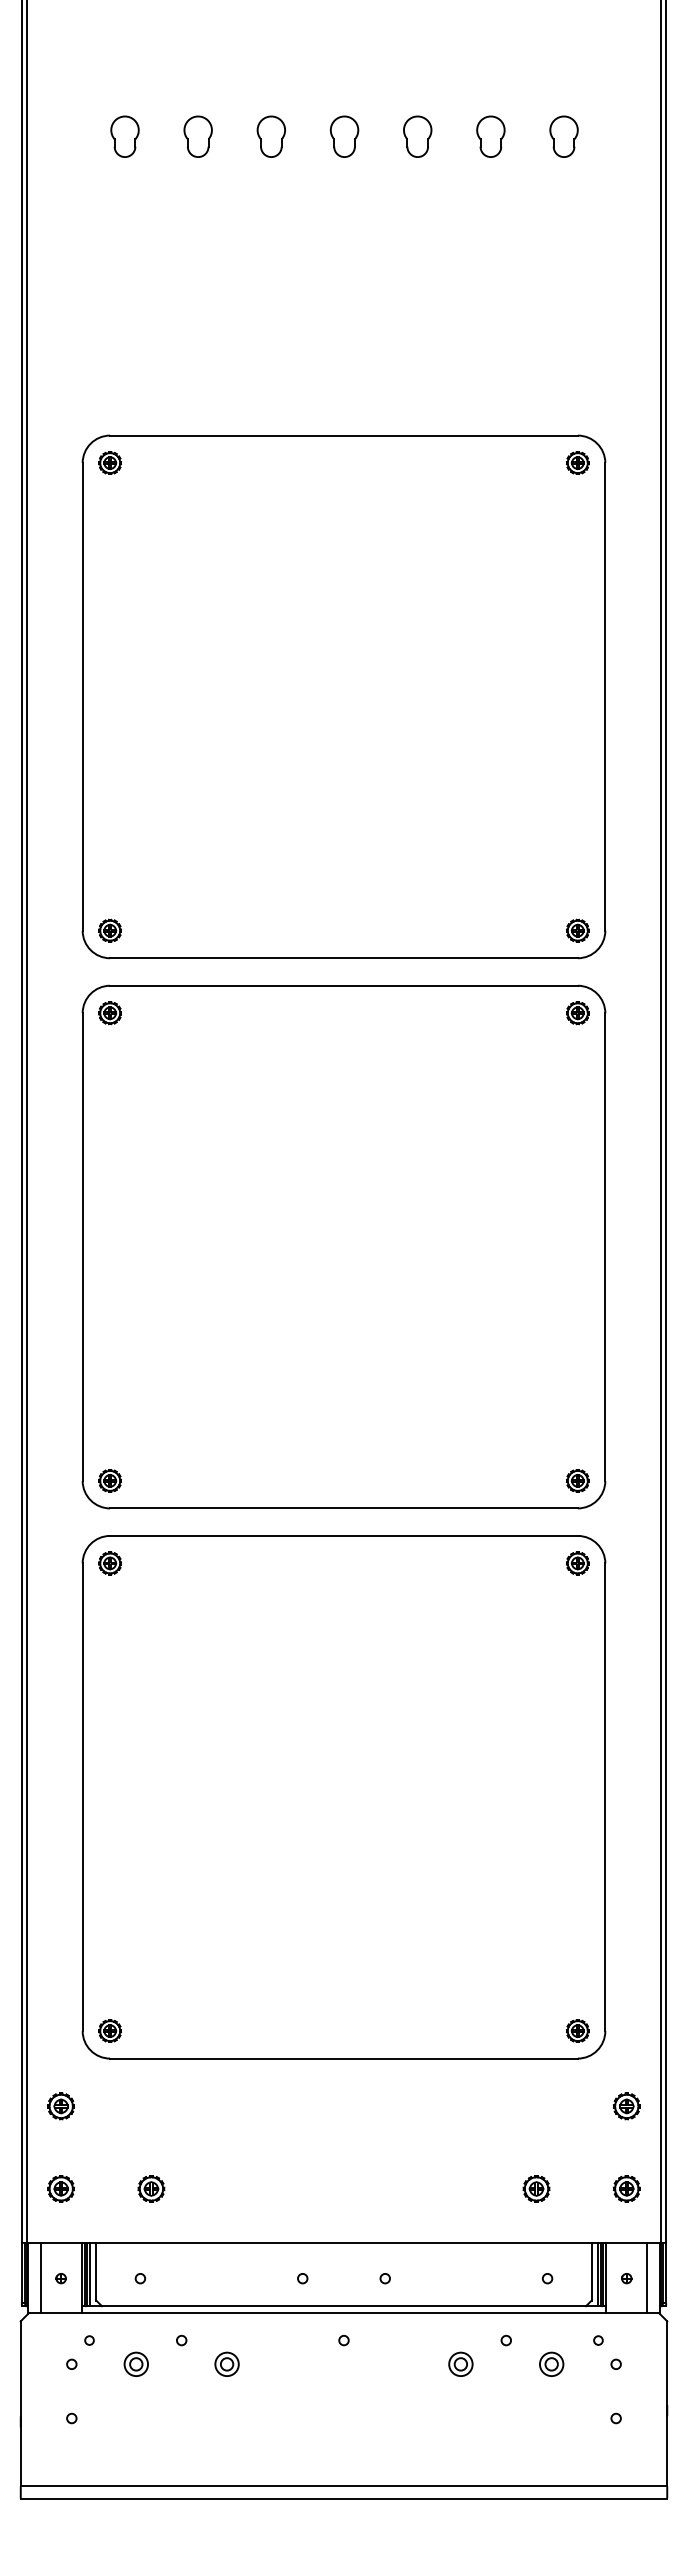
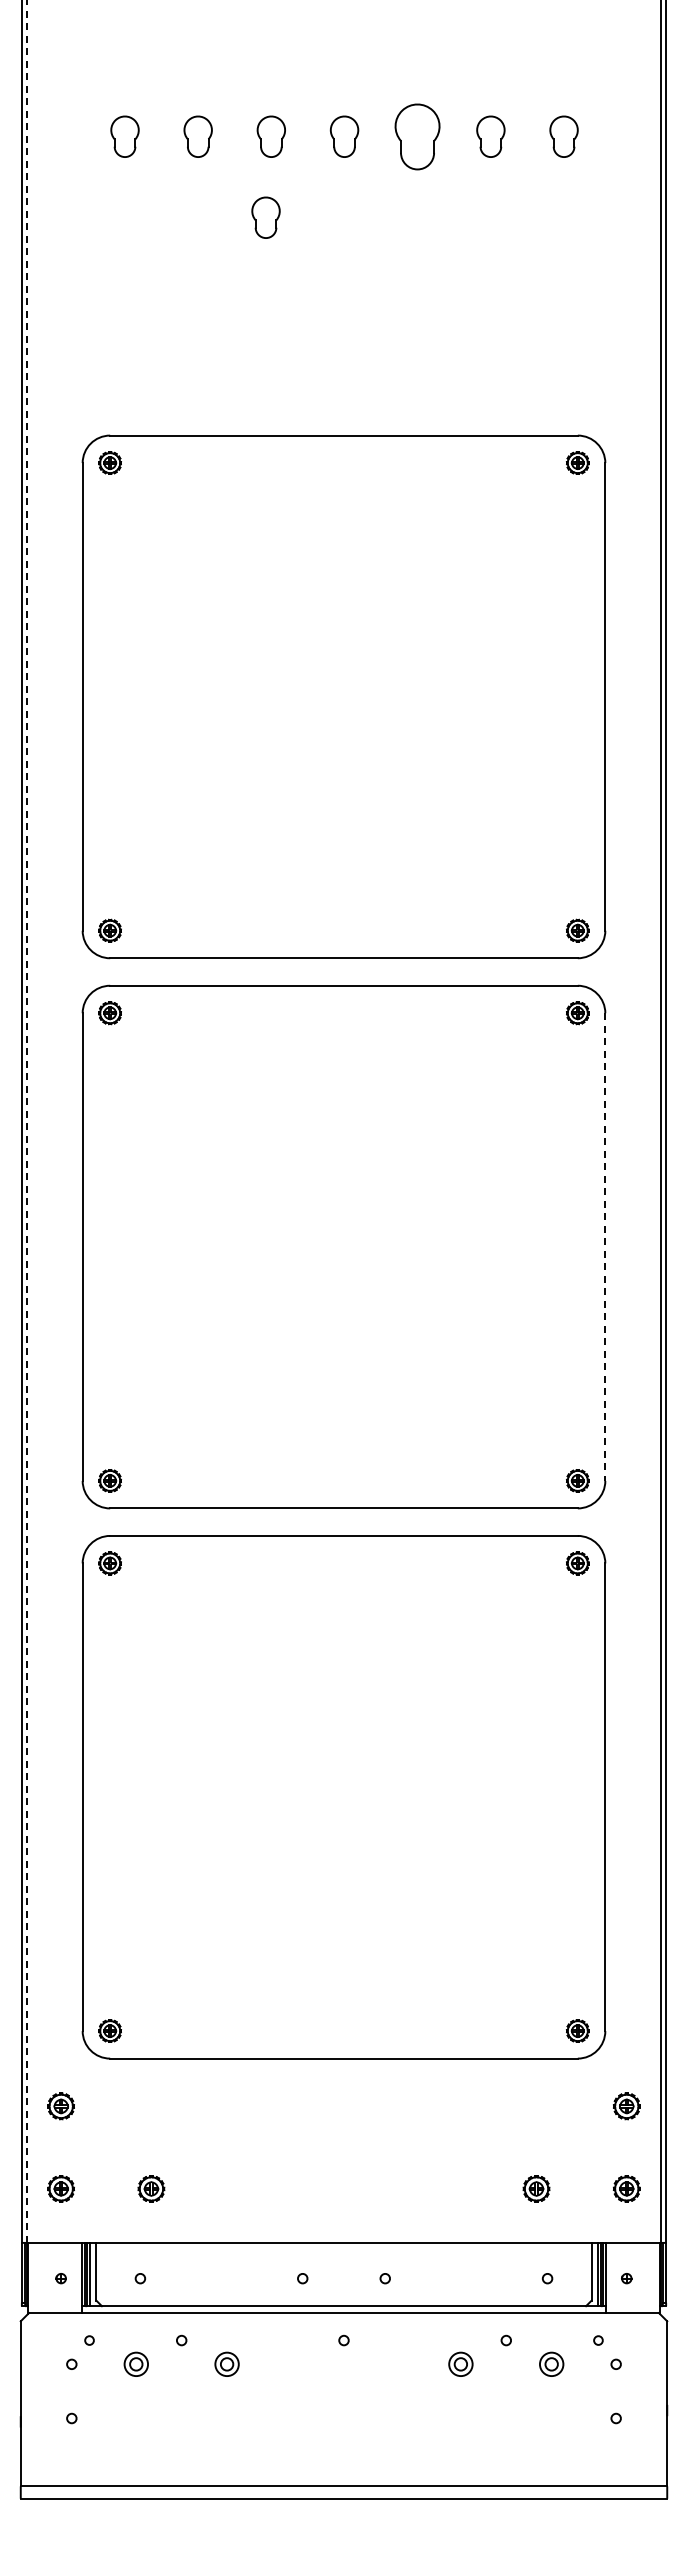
part at (417, 136) size: 30x43 px -> 47x68 px
part at (265, 217): none -> present
line at (26, 1121): solid -> dashed
line at (605, 1247): solid -> dashed
line at (40, 2277): present -> none
line at (647, 2277): present -> none
